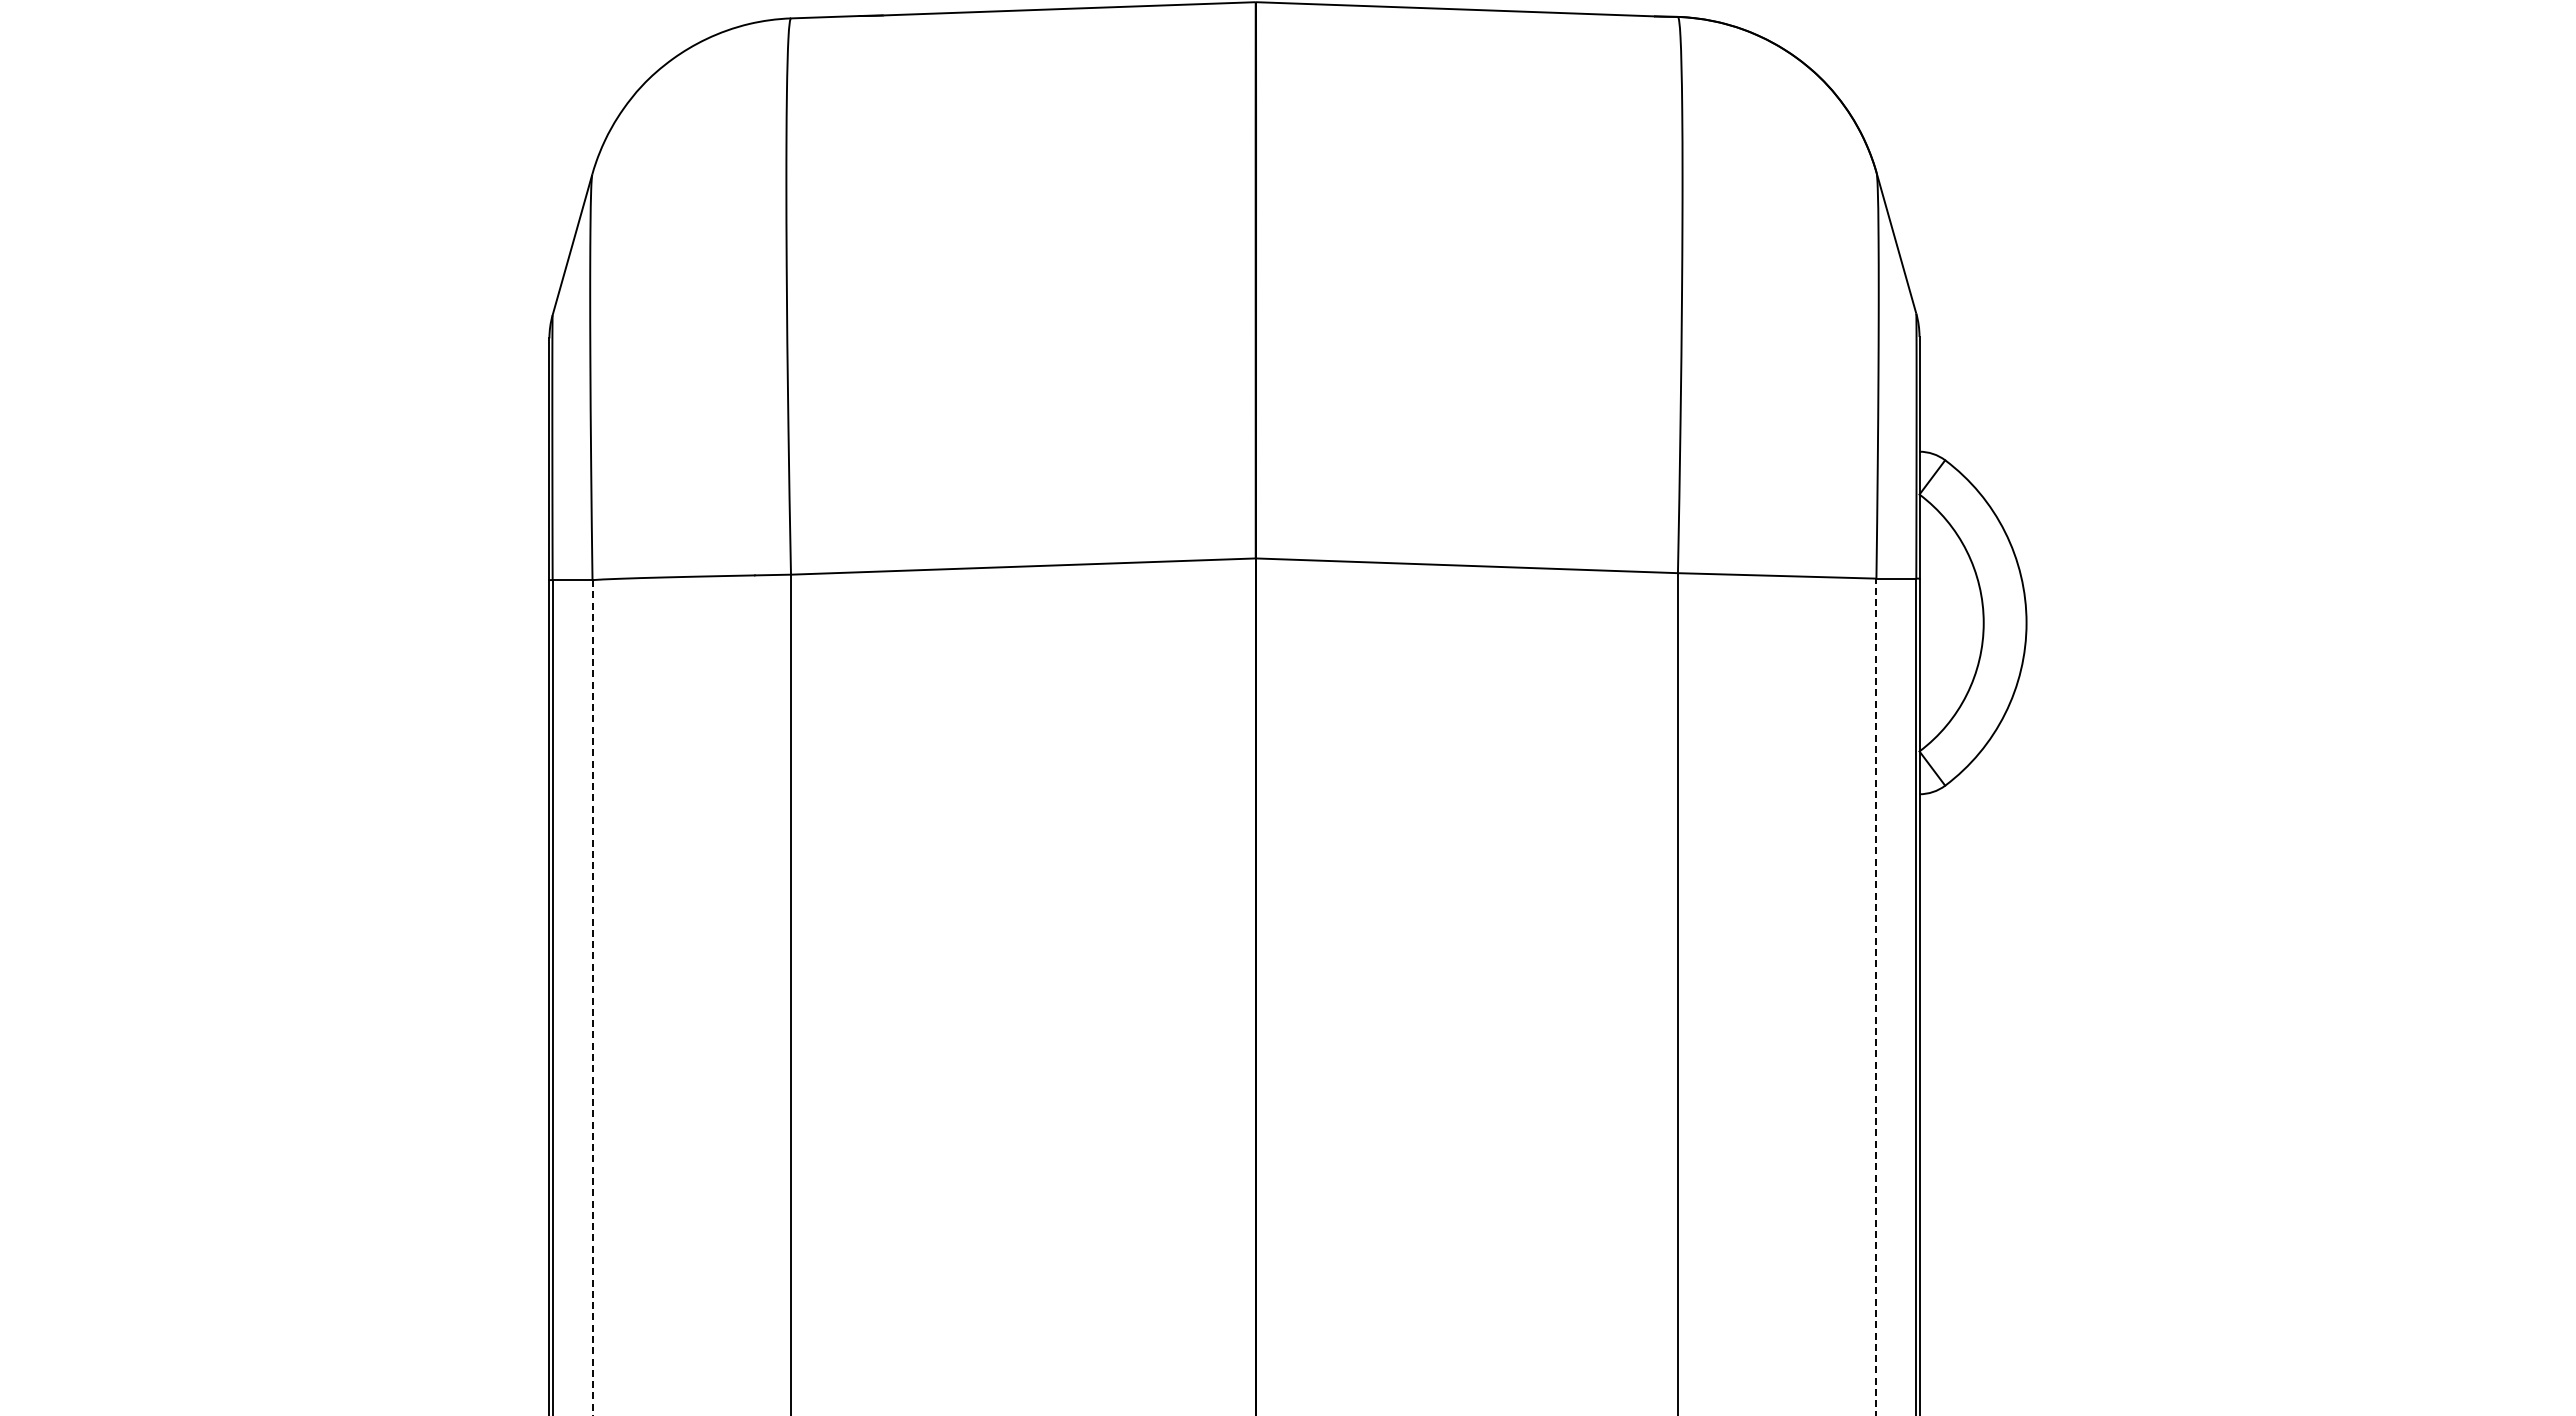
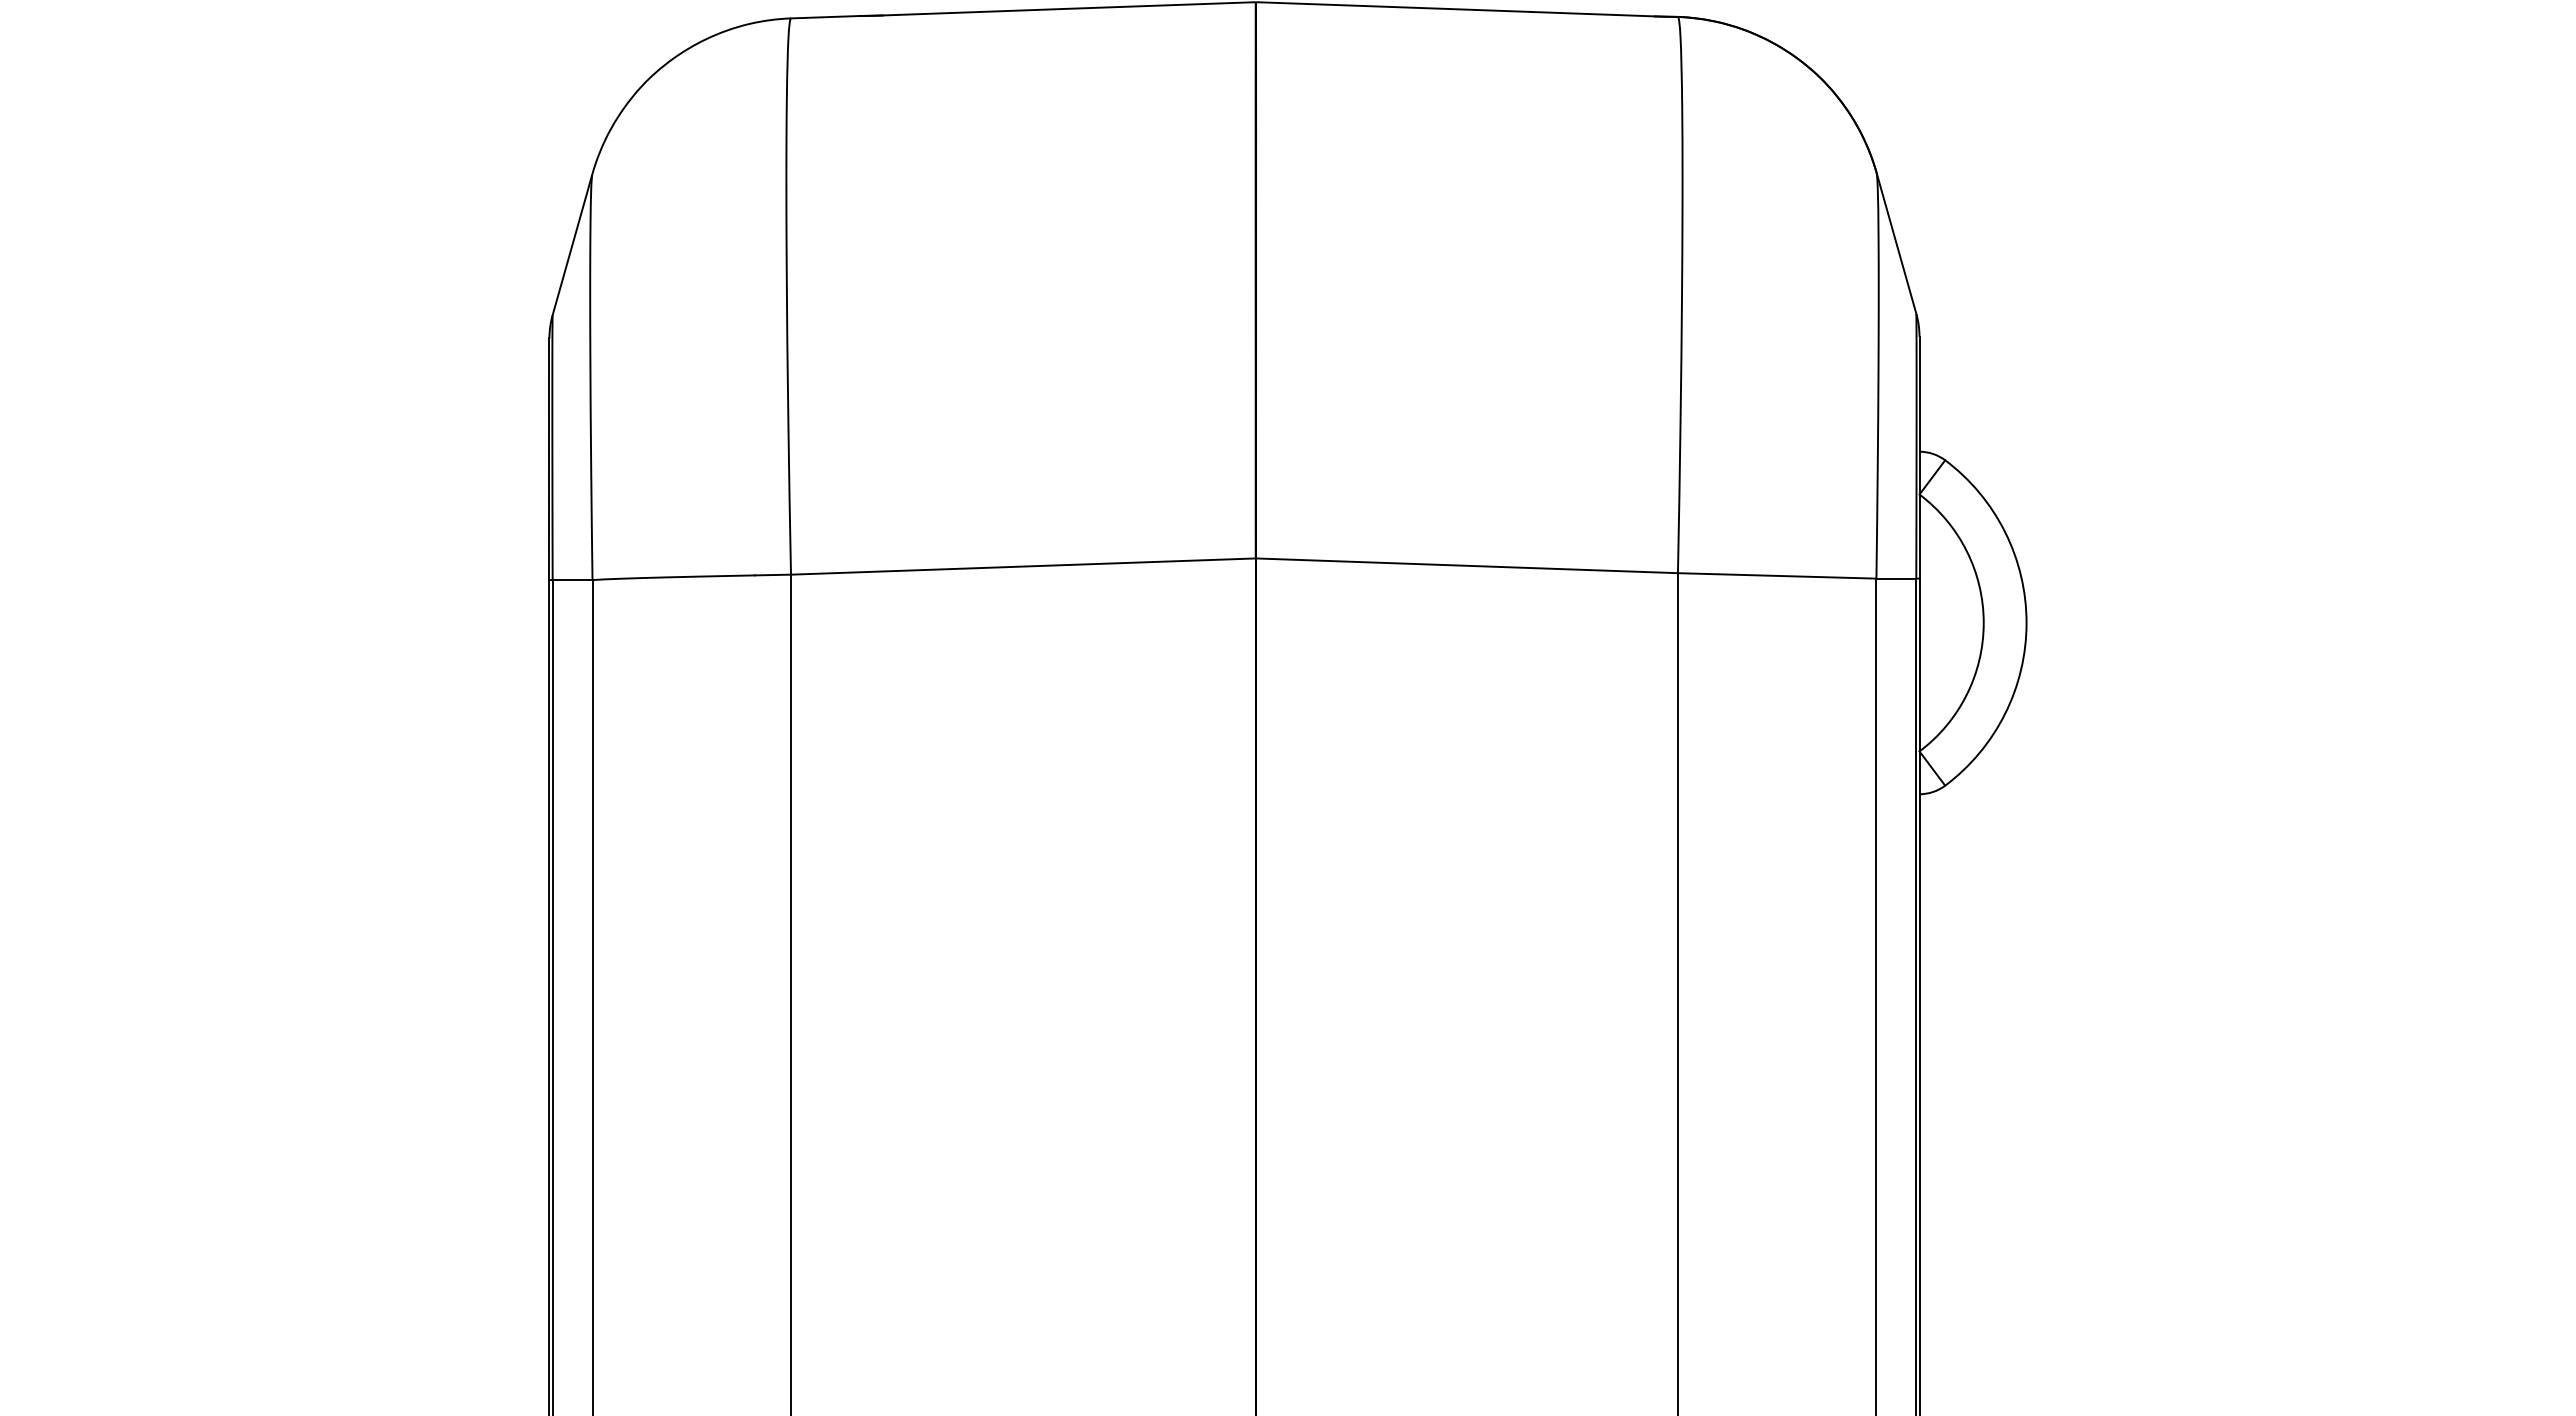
line at (1876, 996): dashed -> solid
line at (592, 998): dashed -> solid
